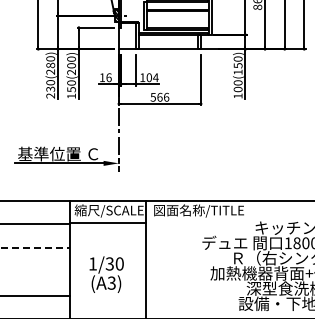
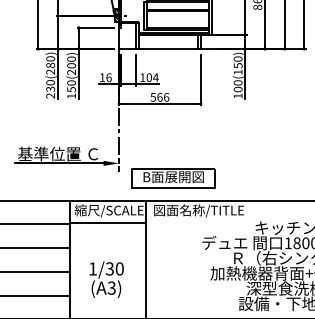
part at (173, 178): none -> present
line at (35, 247): dashed -> solid
line at (36, 271): none -> present
text at (106, 274) position: (106, 274) -> (106, 279)
